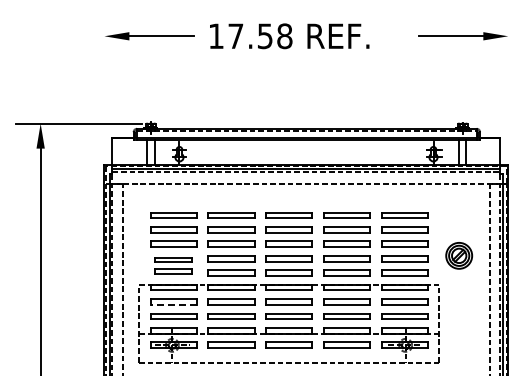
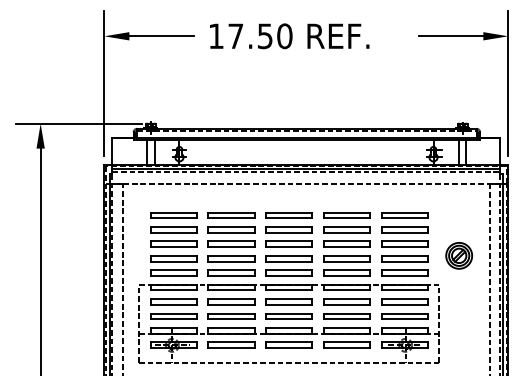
text at (284, 35): 17.58 -> 17.50
line at (104, 83): none -> present
line at (508, 83): none -> present
part at (173, 265) size: 39x18 px -> 48x22 px
line at (173, 304): dashed -> solid
